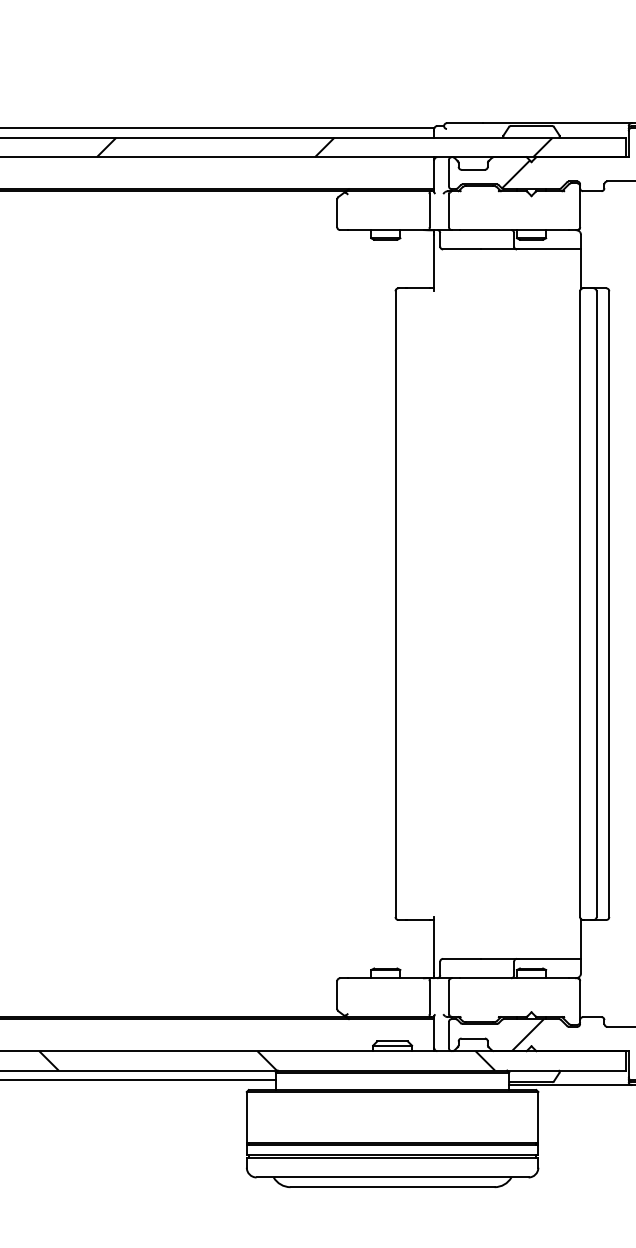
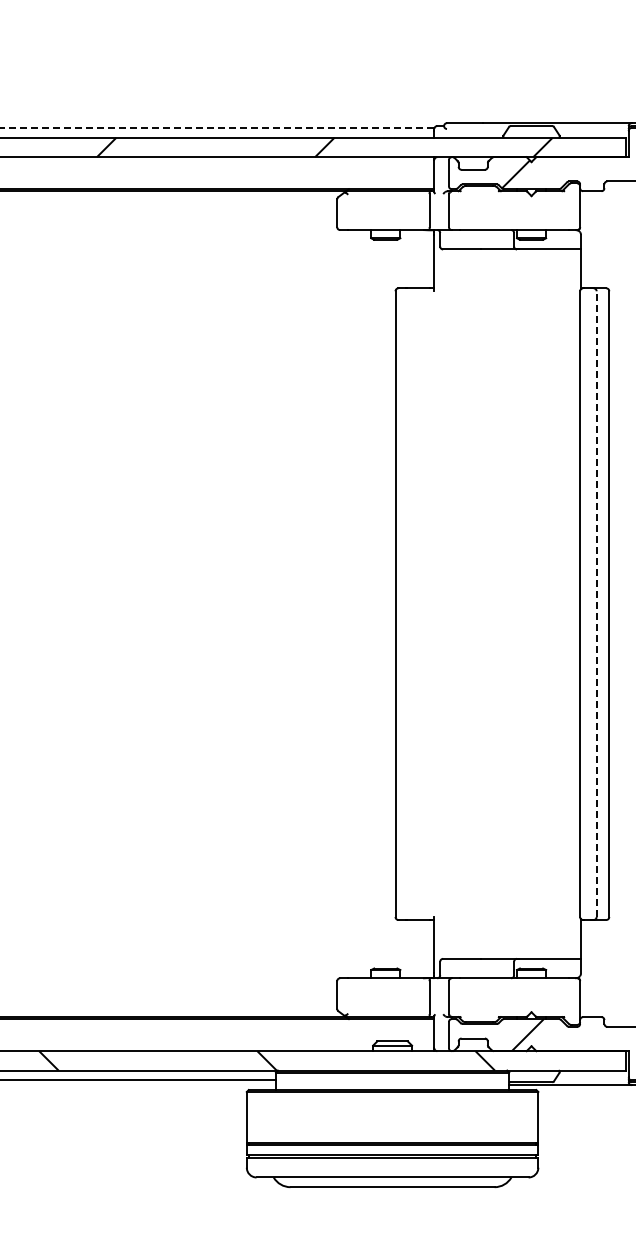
line at (217, 128): solid -> dashed
line at (596, 604): solid -> dashed
